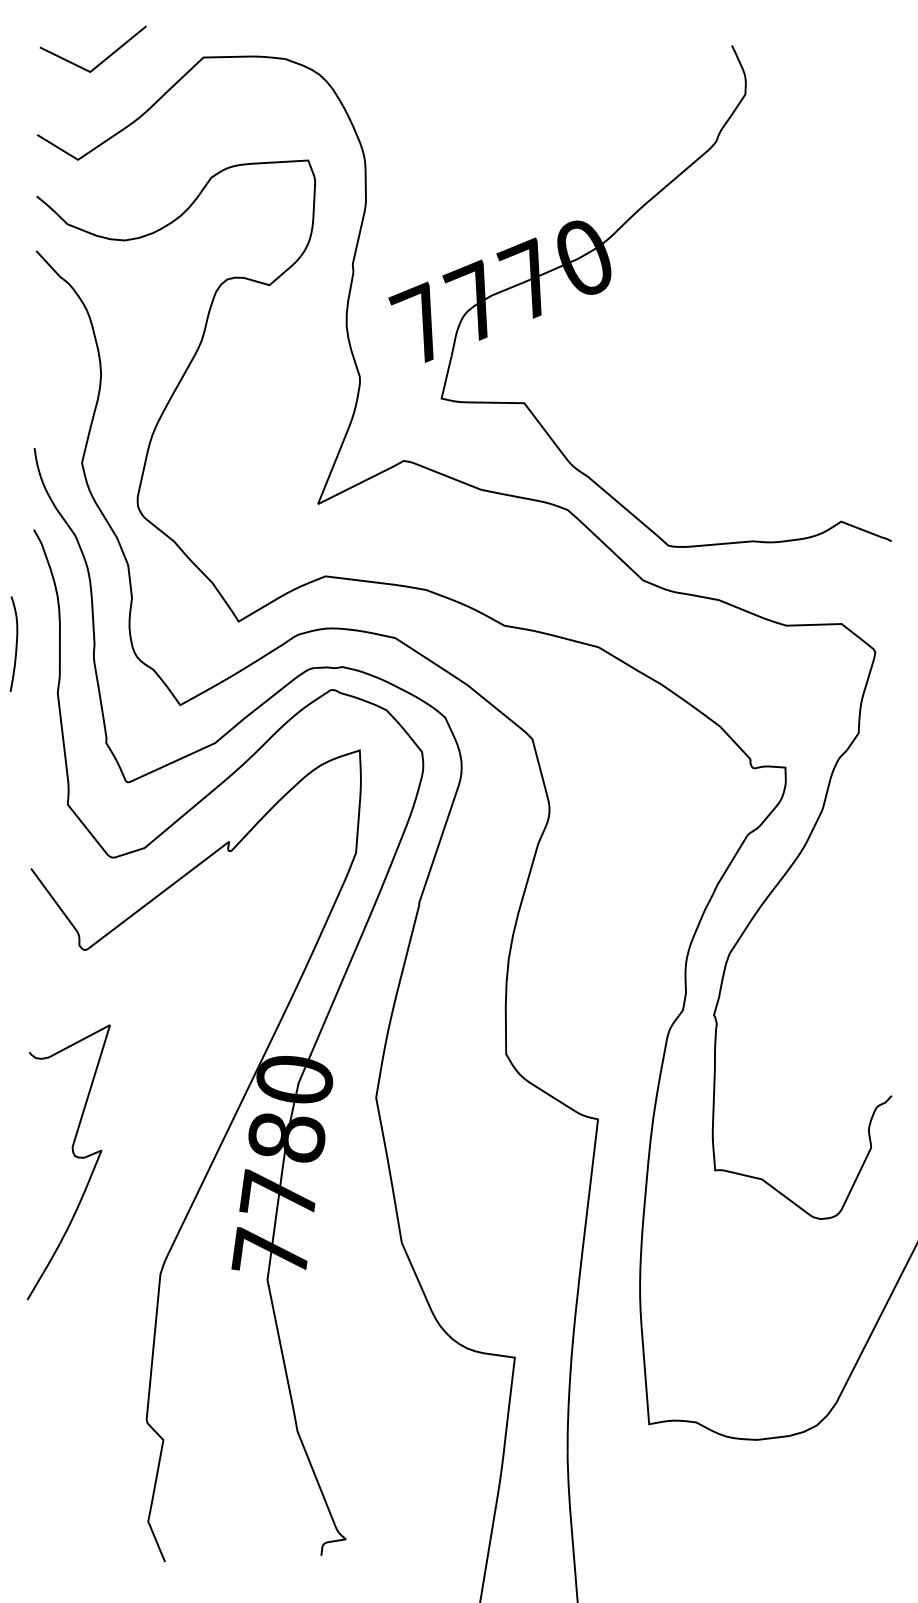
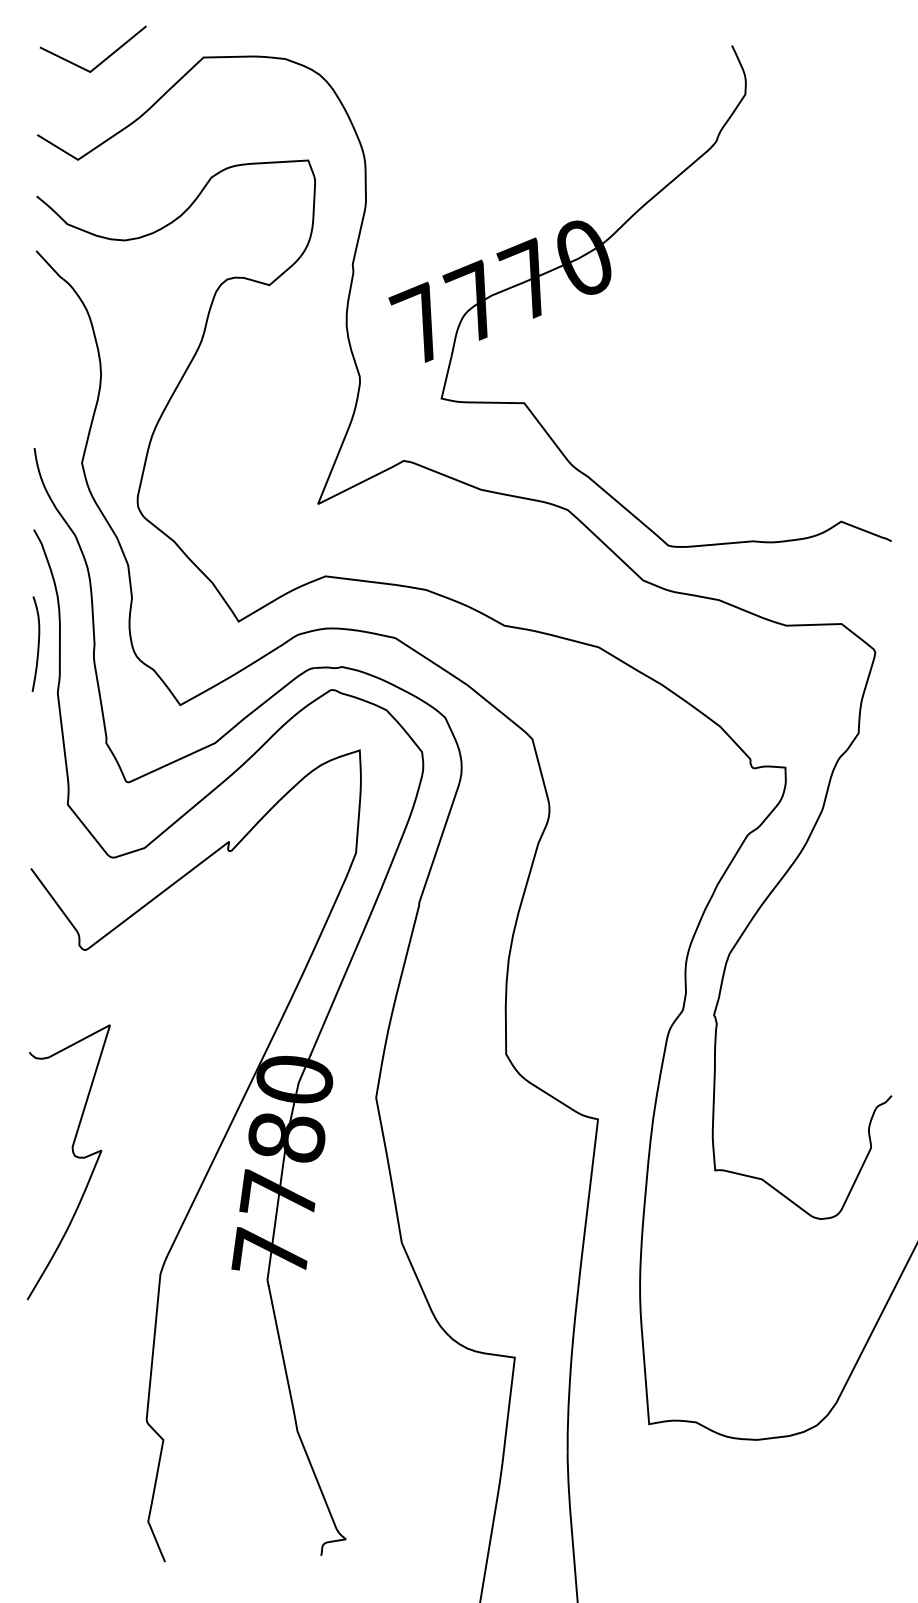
curve at (15, 643) position: (15, 643) -> (37, 643)
